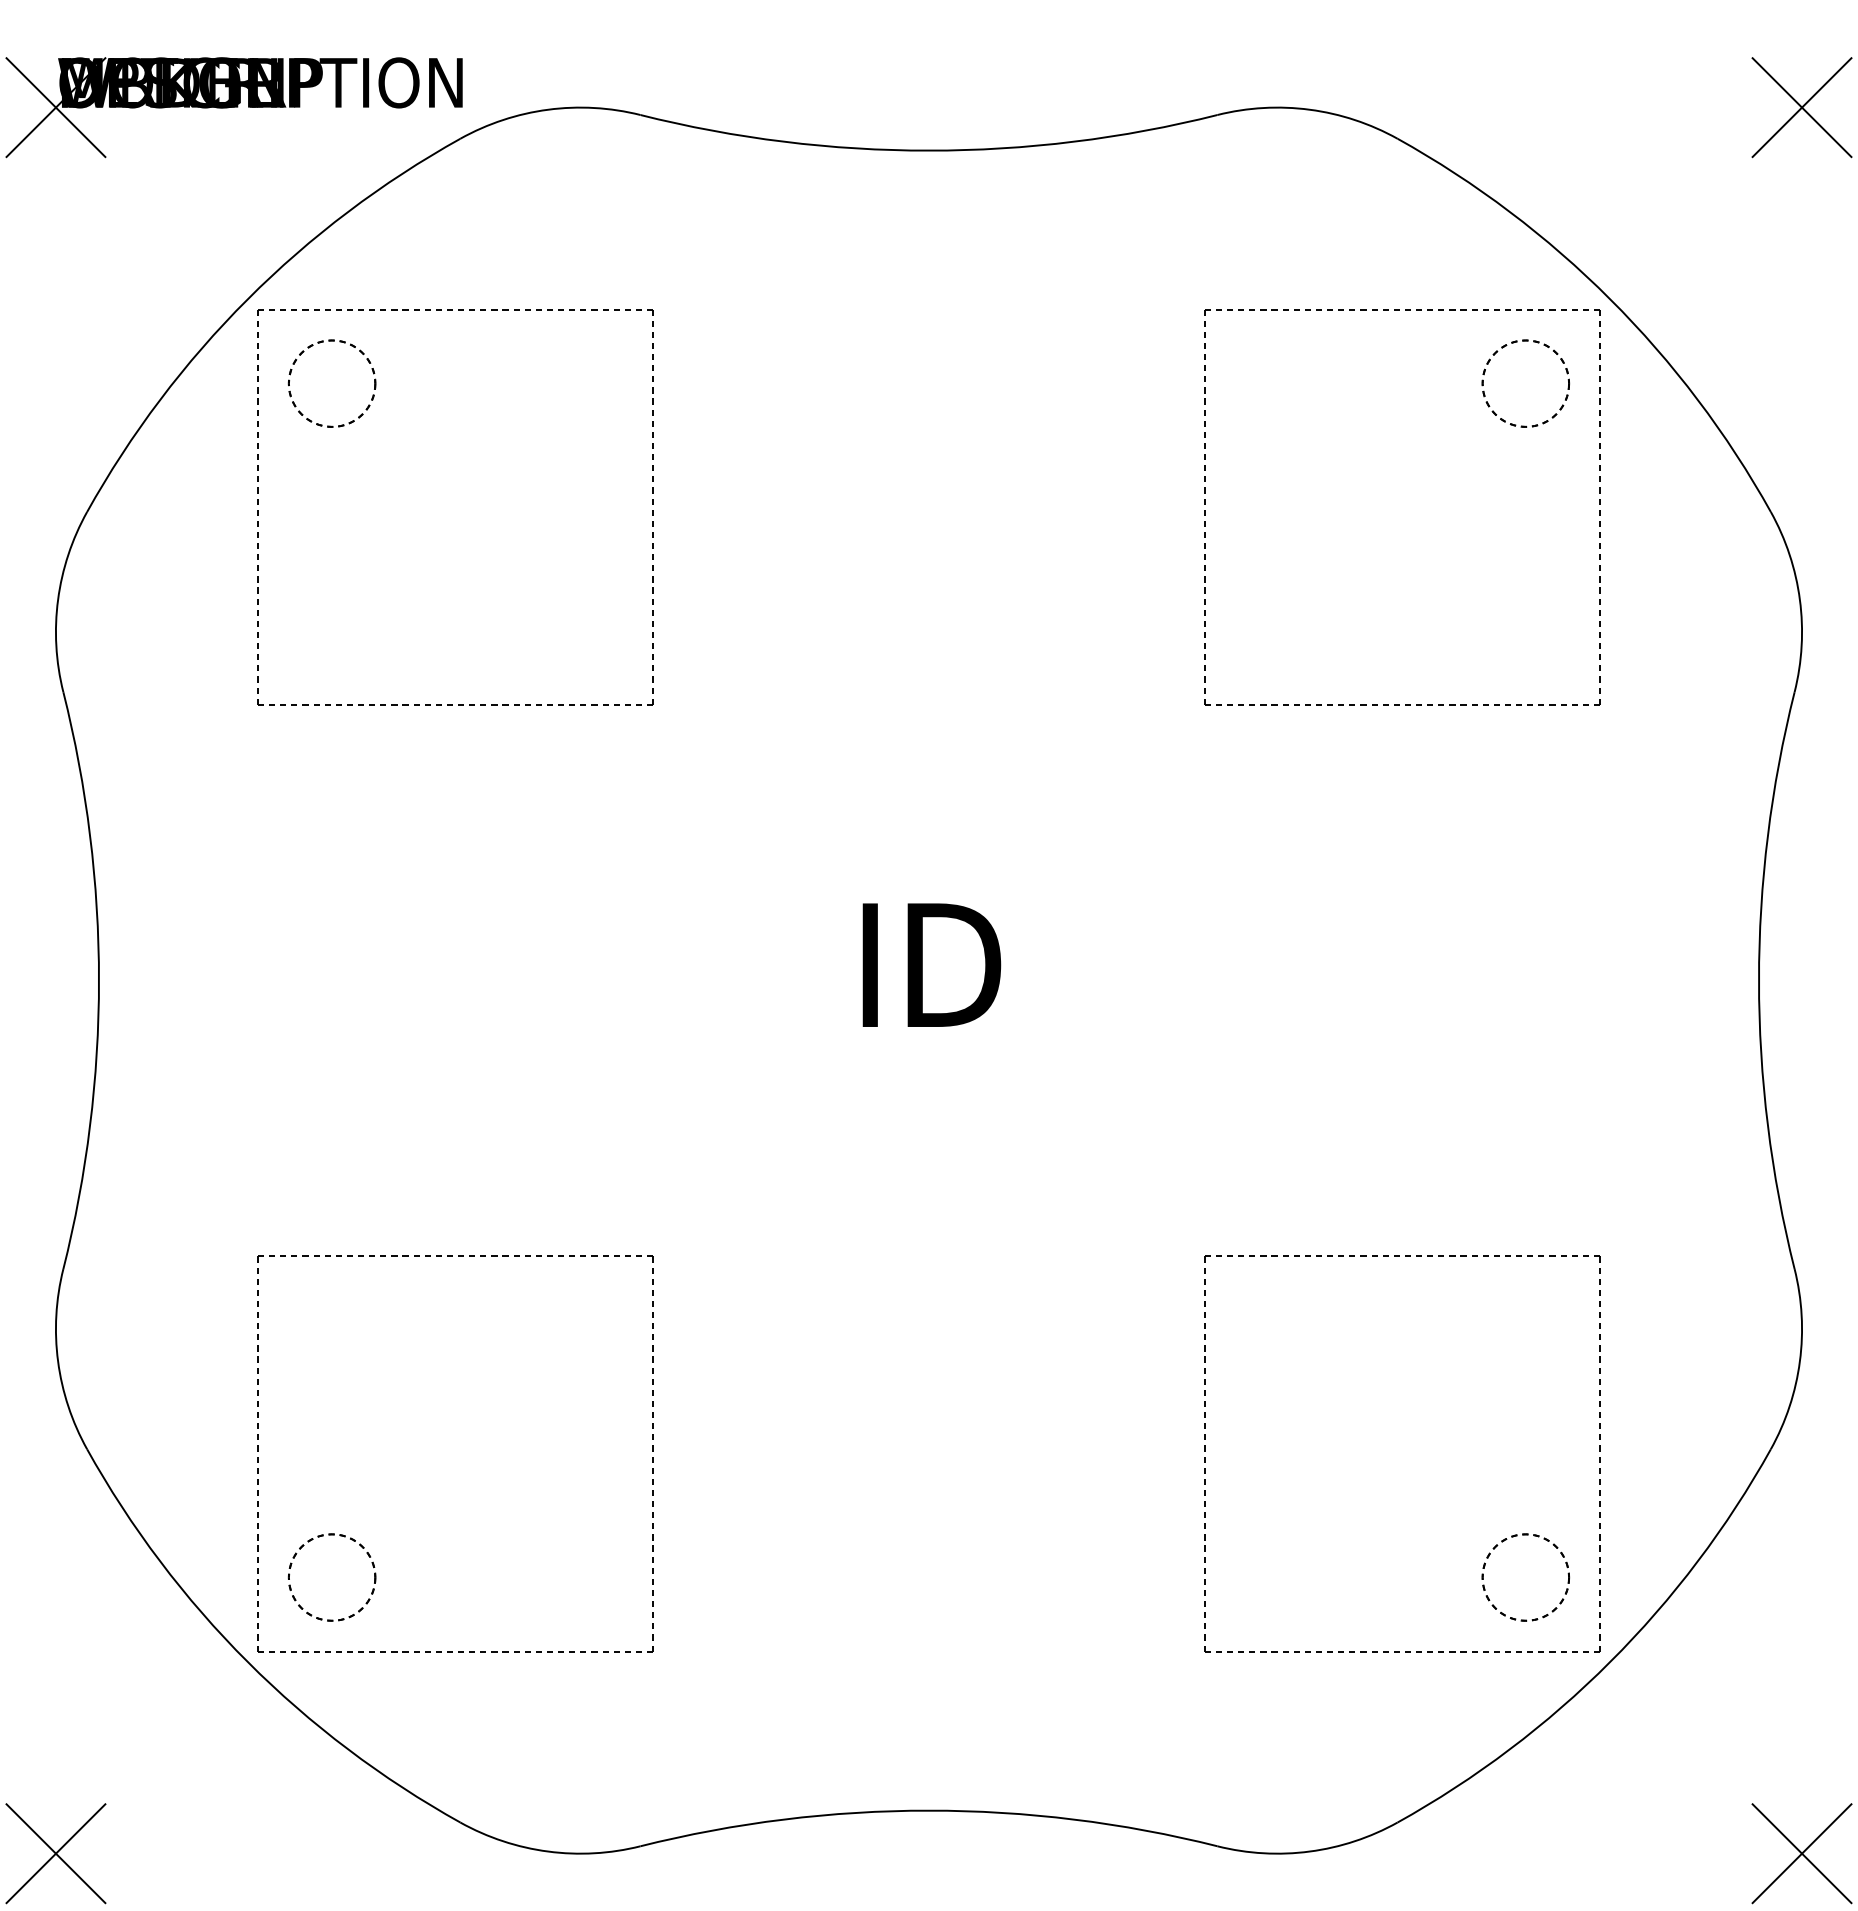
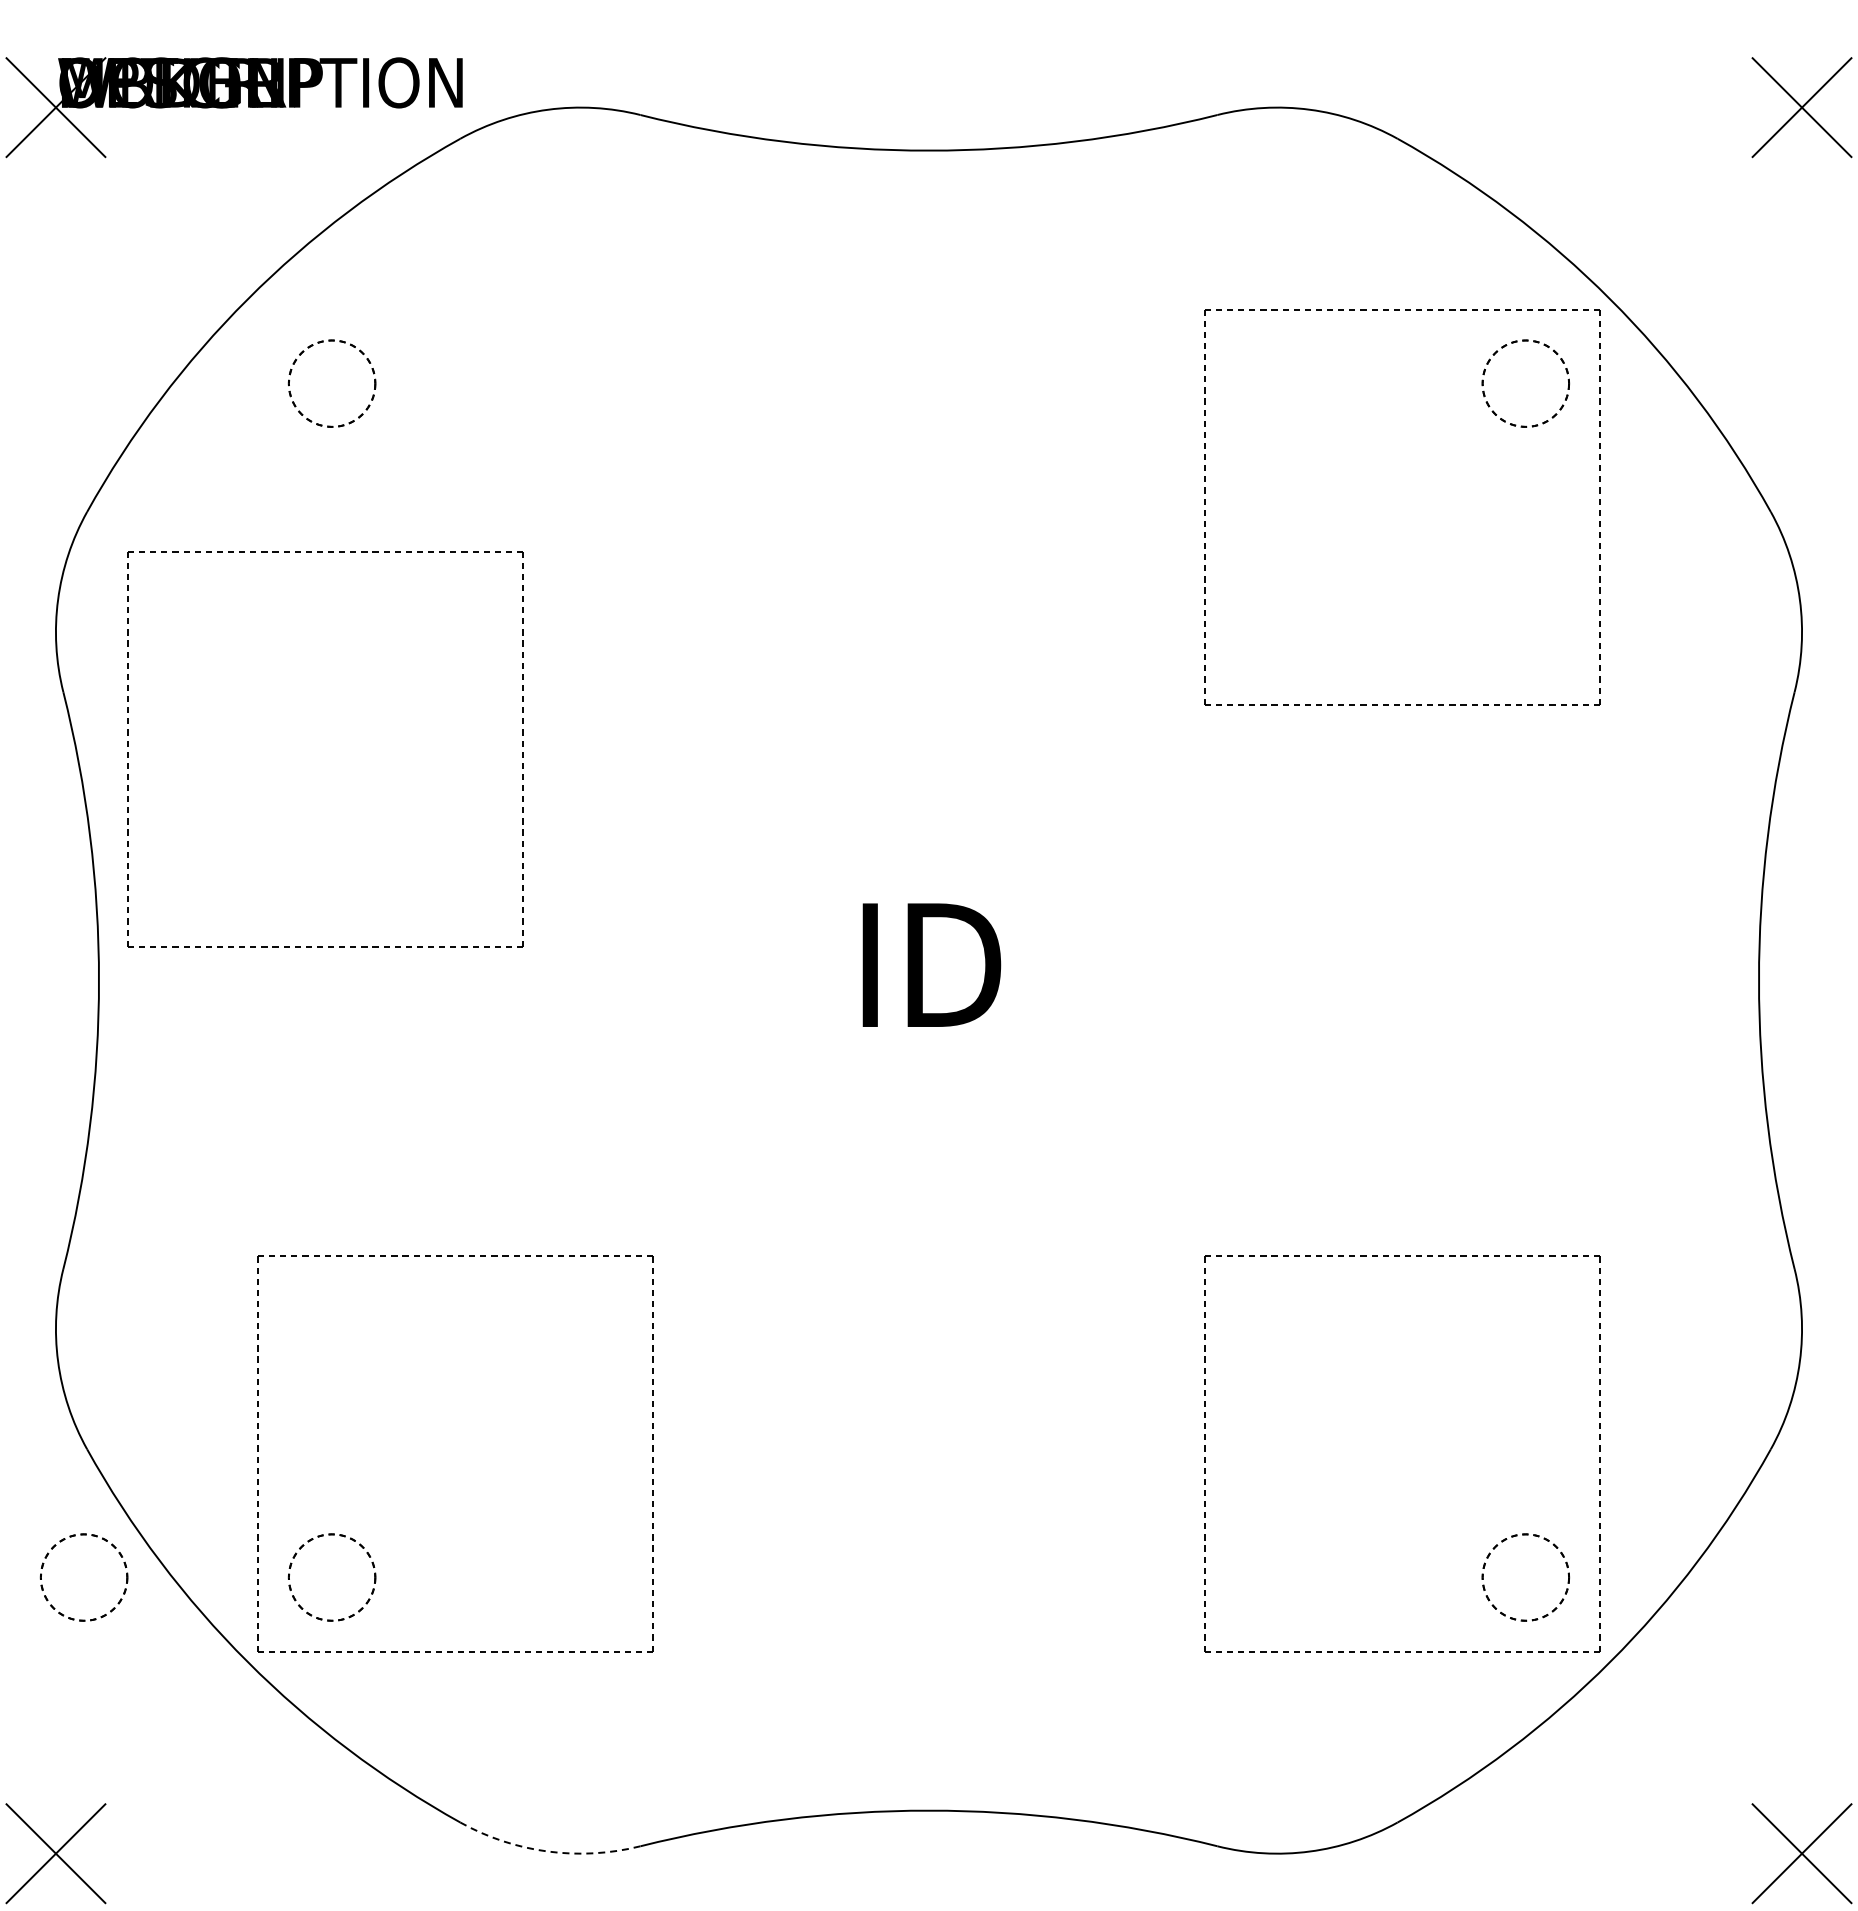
part at (452, 310) position: (452, 310) -> (322, 552)
part at (43, 1567): none -> present
arc at (548, 1851): solid -> dashed
